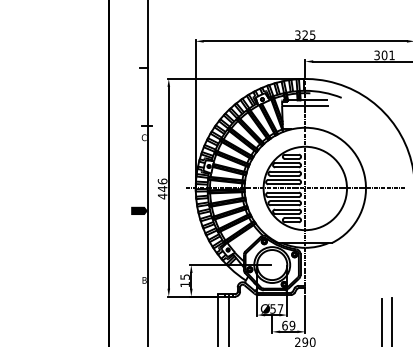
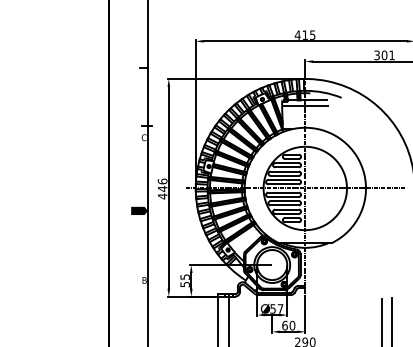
text at (300, 34): 325 -> 415
text at (184, 284): 15 -> 55
text at (292, 325): 69 -> 60
